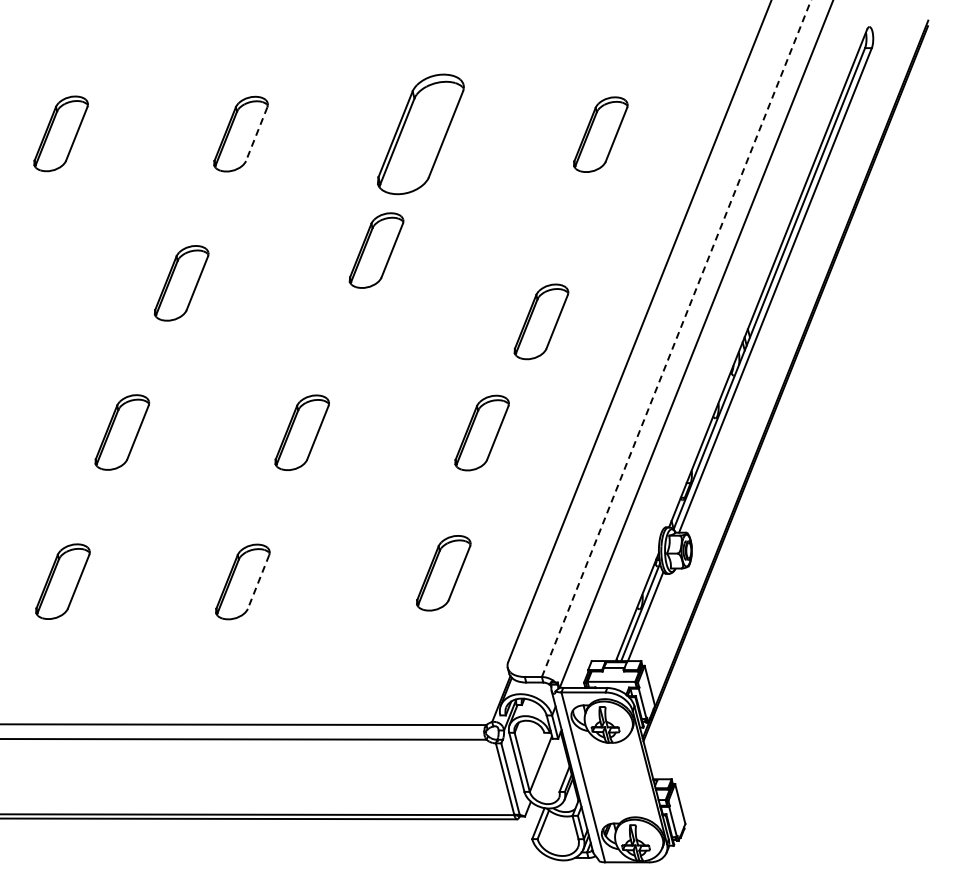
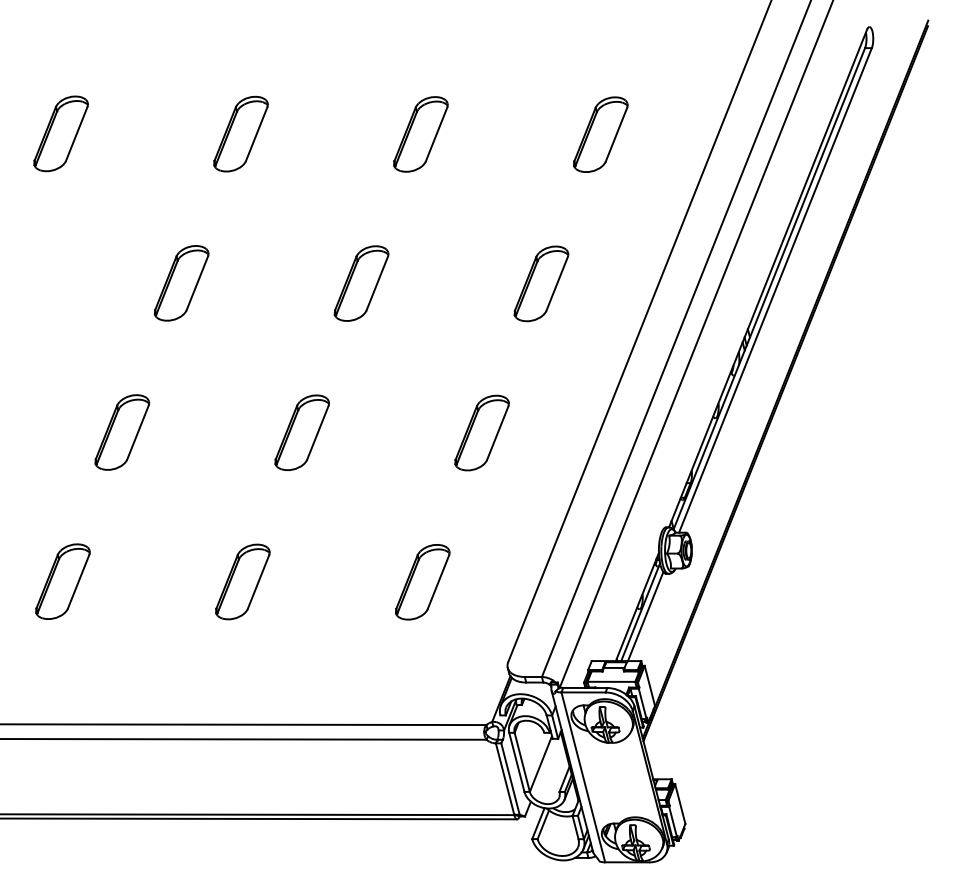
line at (256, 134): dashed -> solid
part at (420, 134) size: 88x123 px -> 56x77 px
part at (376, 250) position: (376, 250) -> (361, 283)
part at (541, 321) position: (541, 321) -> (541, 283)
line at (676, 338): dashed -> solid
part at (443, 573) position: (443, 573) -> (422, 582)
line at (258, 582): dashed -> solid
